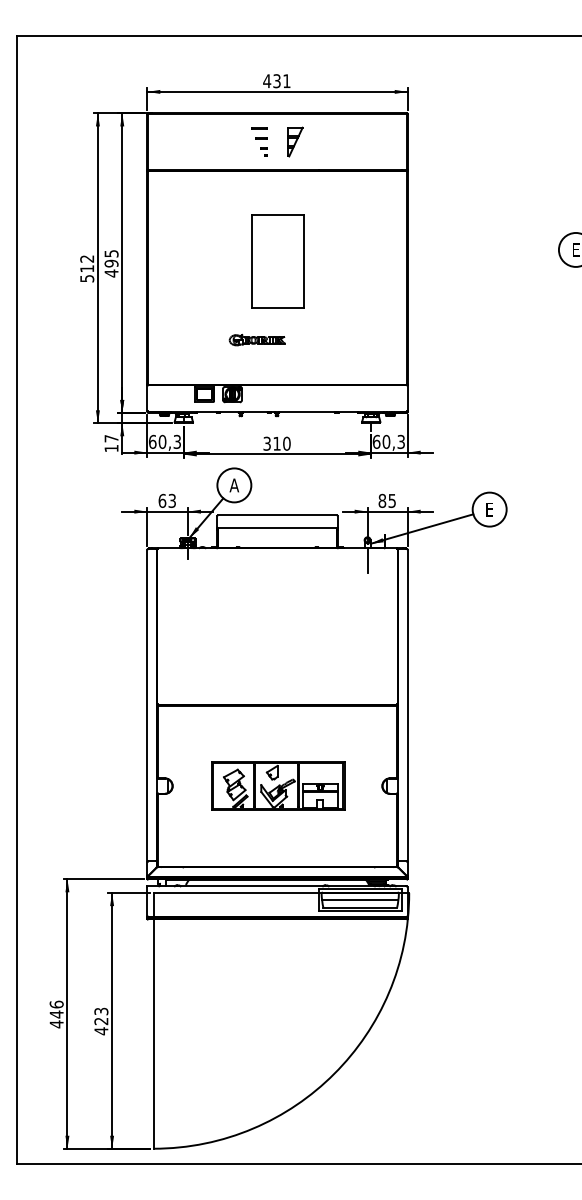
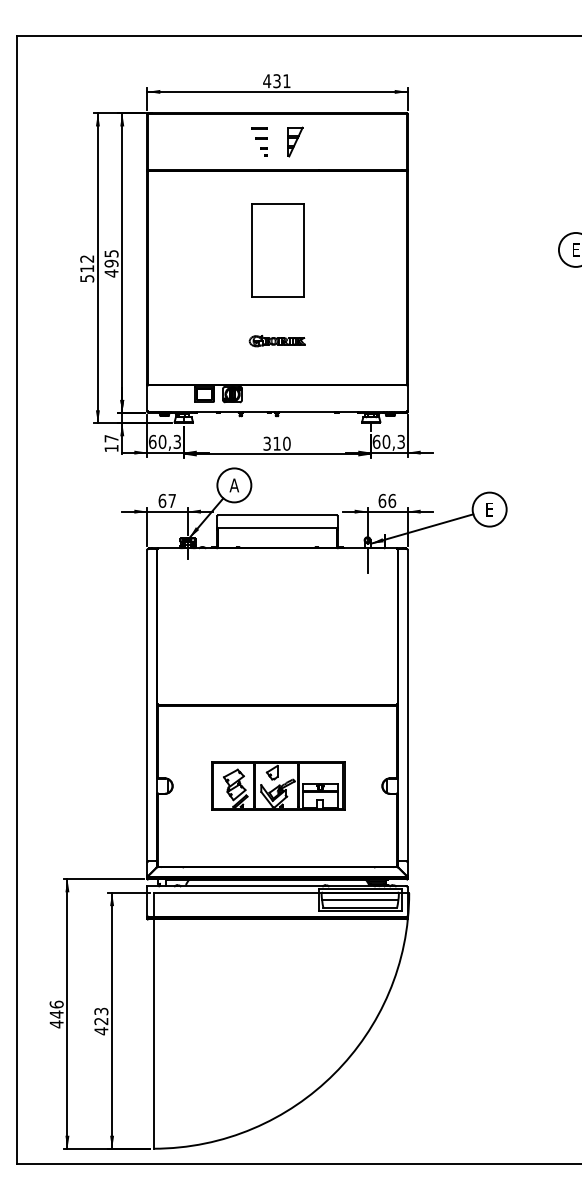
part at (277, 261) position: (277, 261) -> (277, 250)
part at (256, 340) position: (256, 340) -> (276, 341)
text at (171, 500): 63 -> 67
text at (387, 500): 85 -> 66
